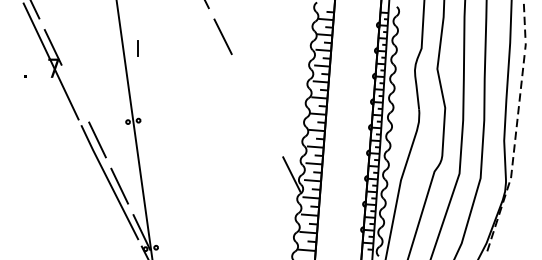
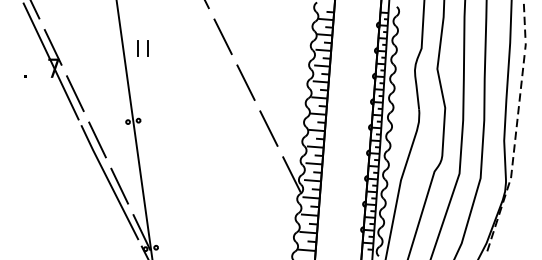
line at (147, 48): none -> present
line at (245, 82): none -> present
line at (75, 93): none -> present
line at (268, 128): none -> present
